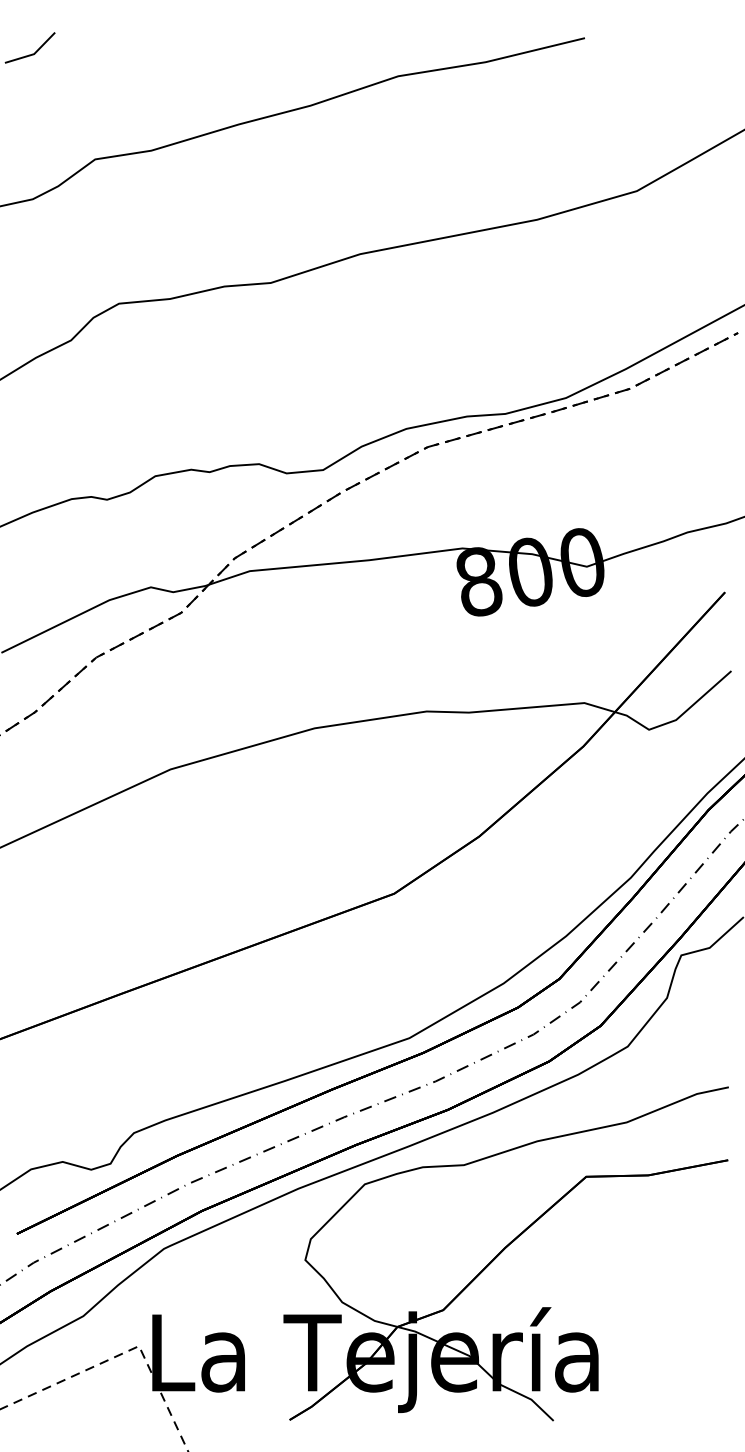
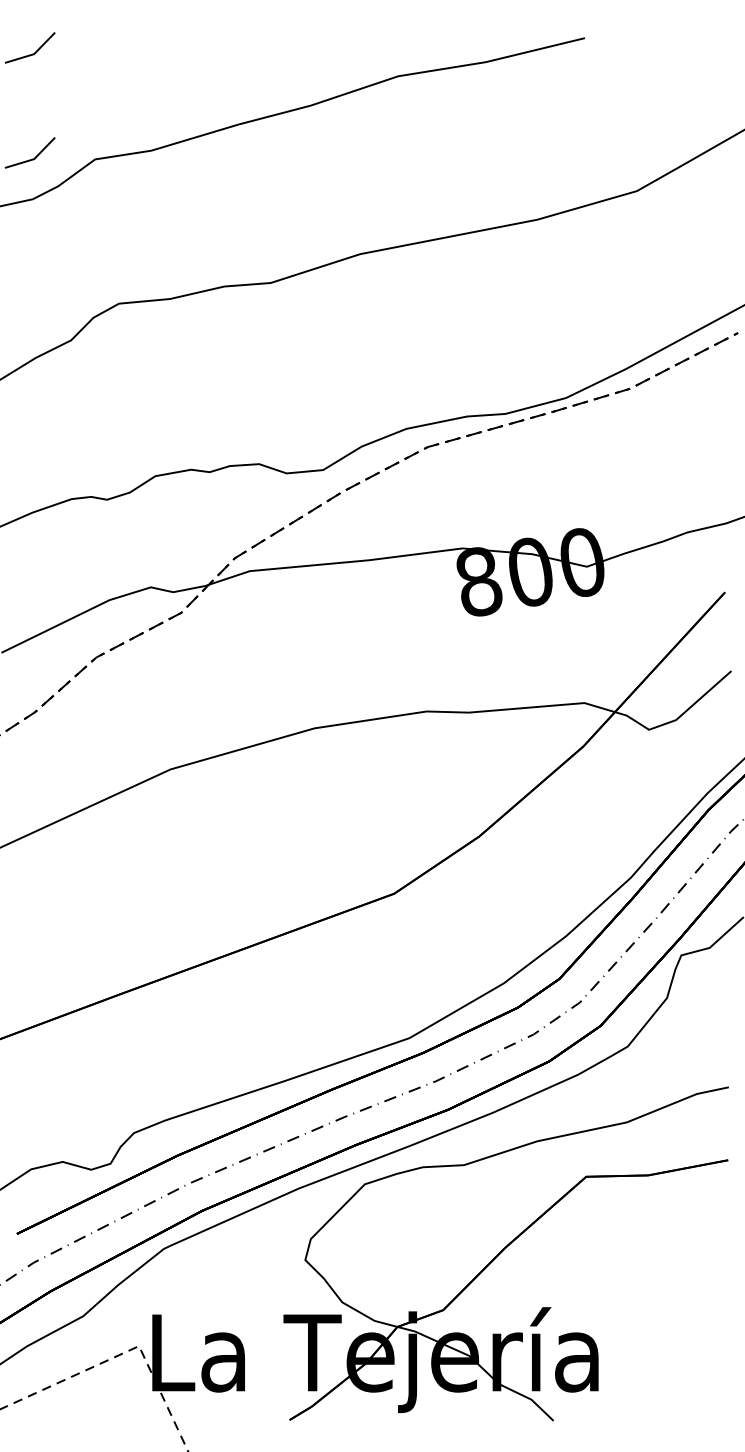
line at (32, 158): none -> present
